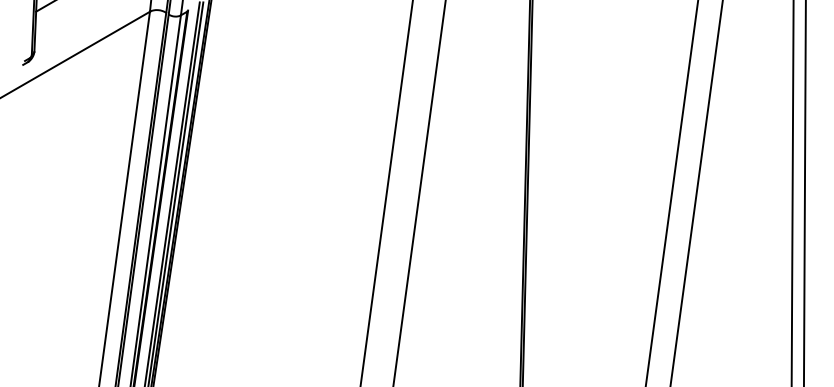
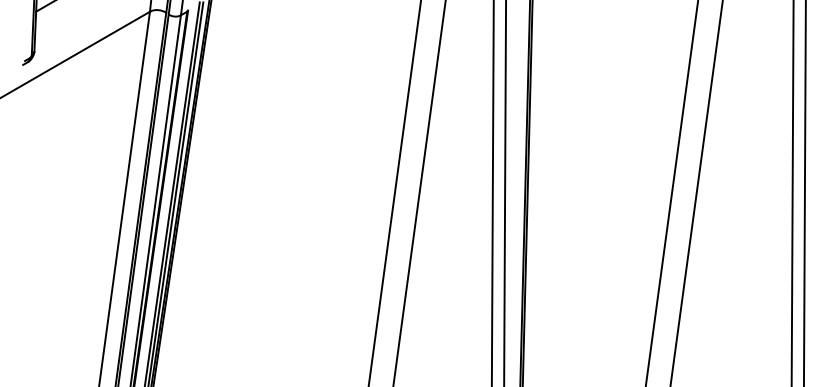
line at (386, 192) position: (386, 192) -> (394, 192)
line at (492, 192): none -> present
line at (505, 192): none -> present
